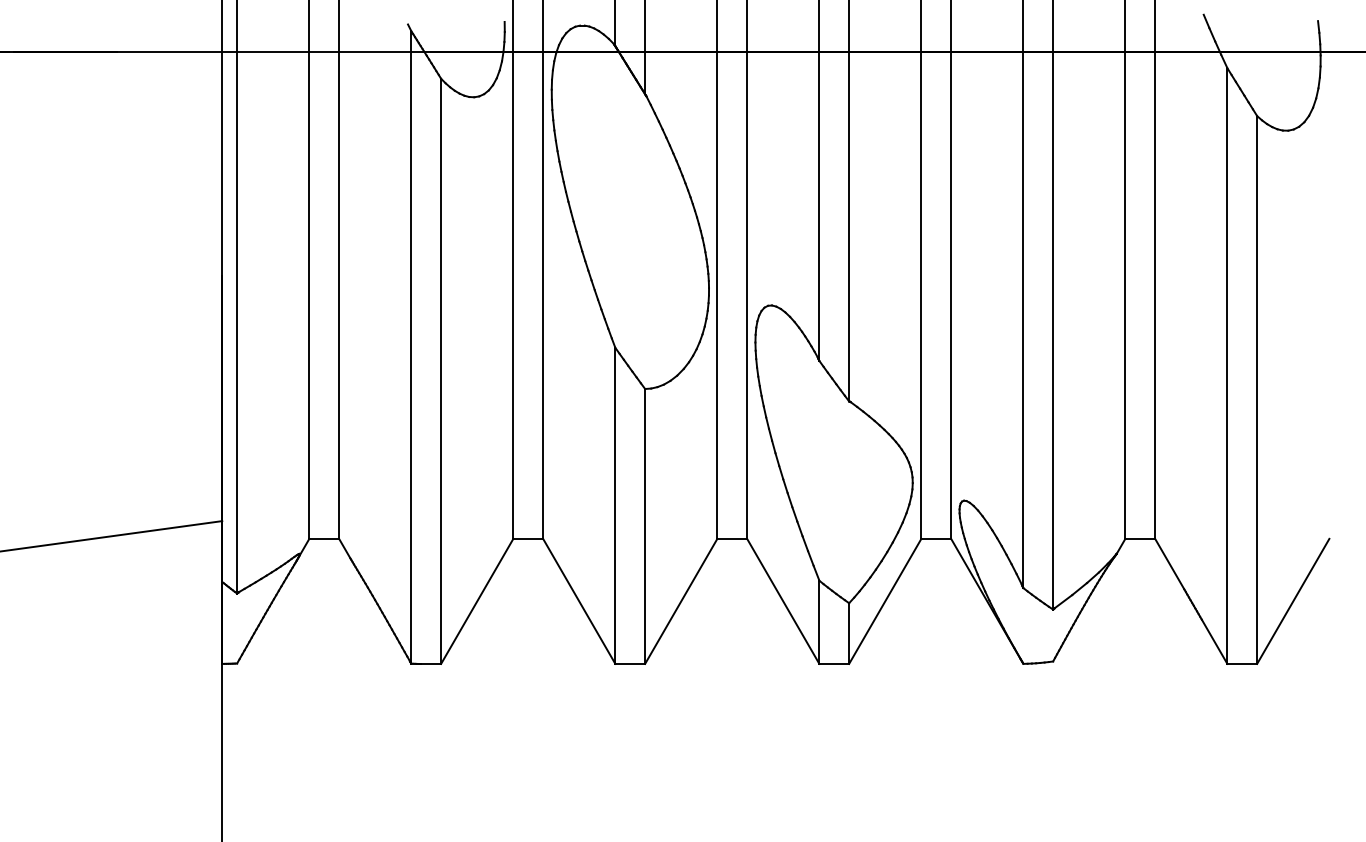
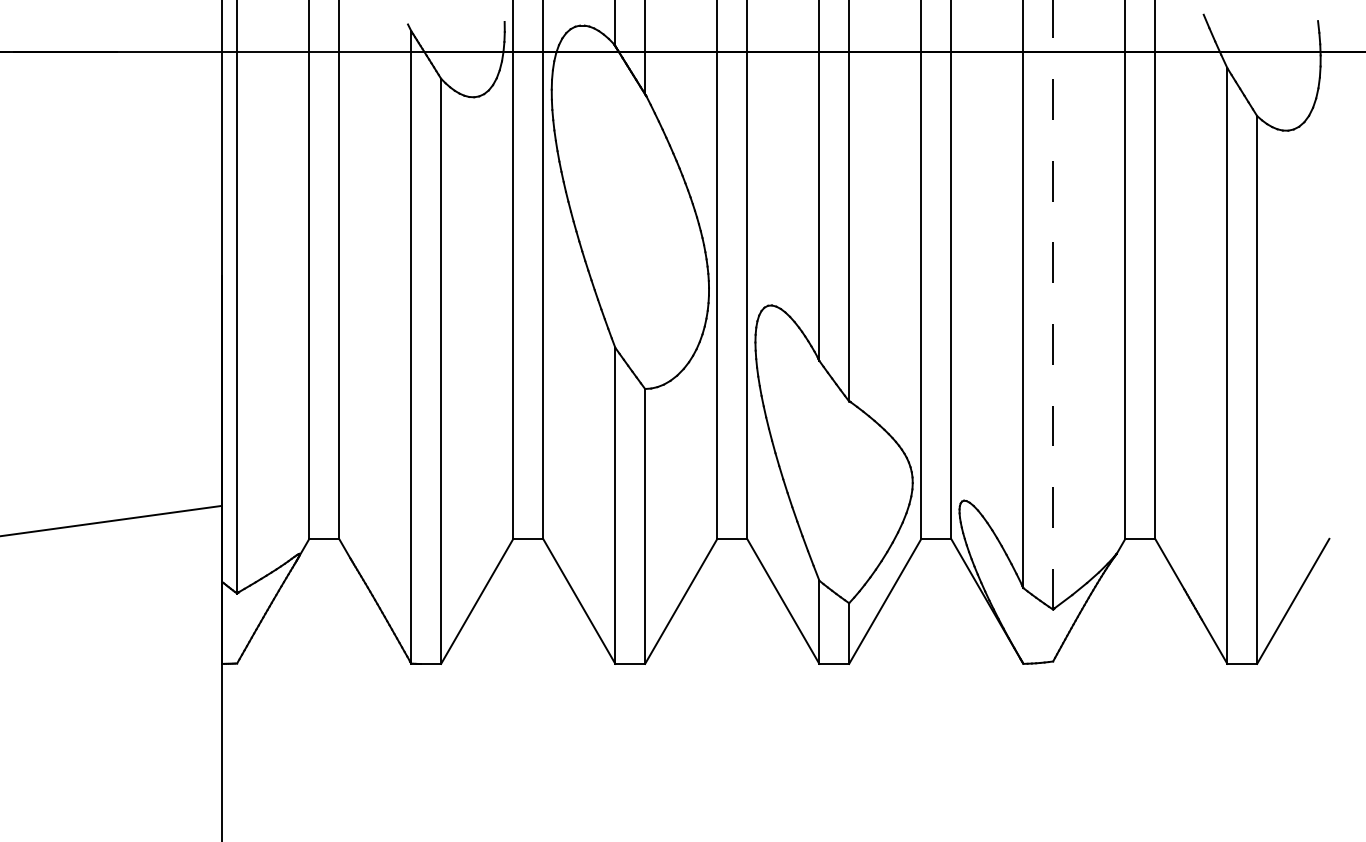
line at (1053, 304): solid -> dashed
line at (112, 536) position: (112, 536) -> (111, 520)
